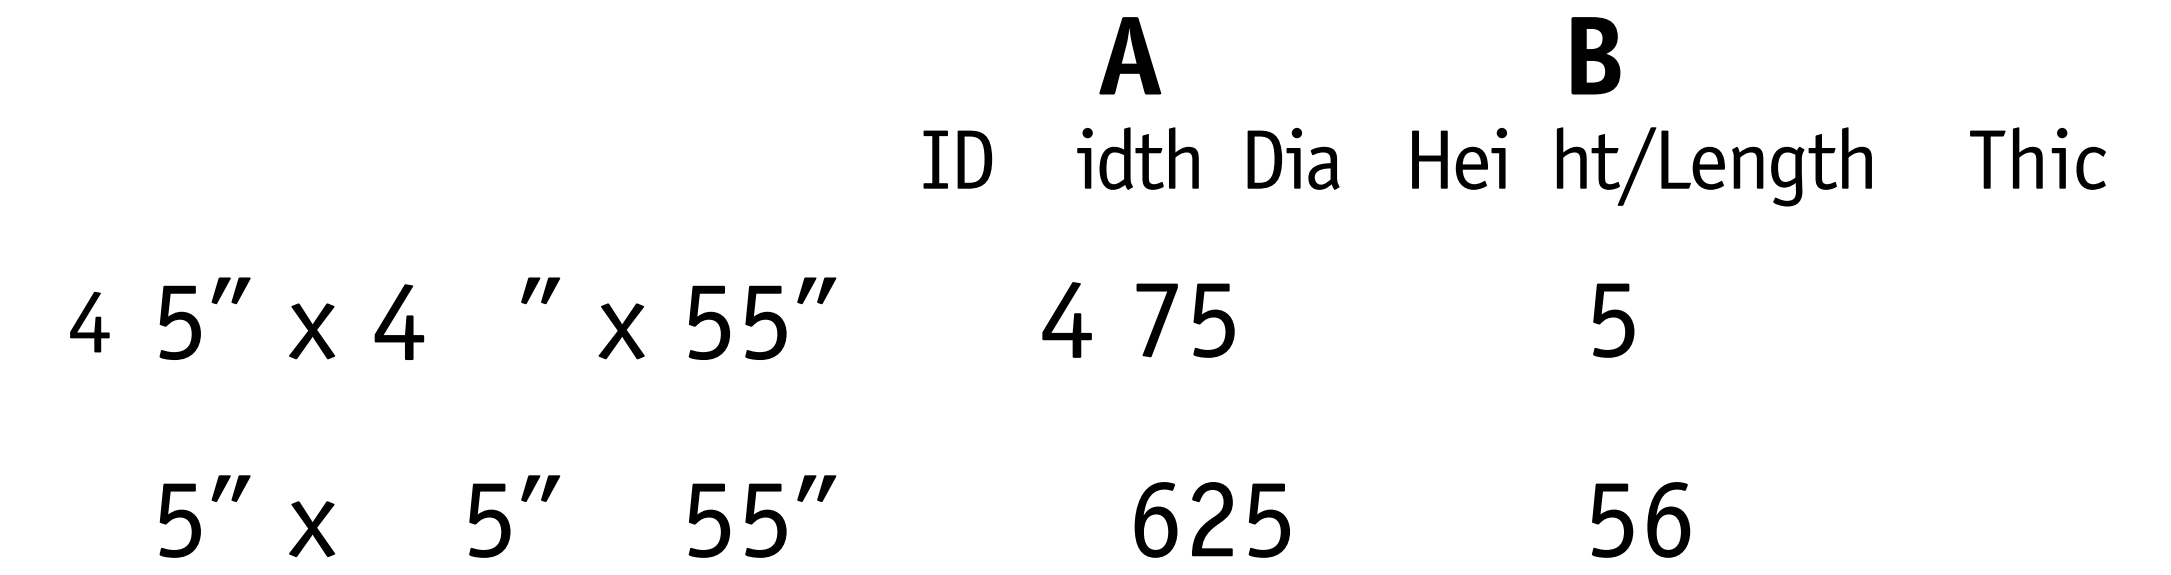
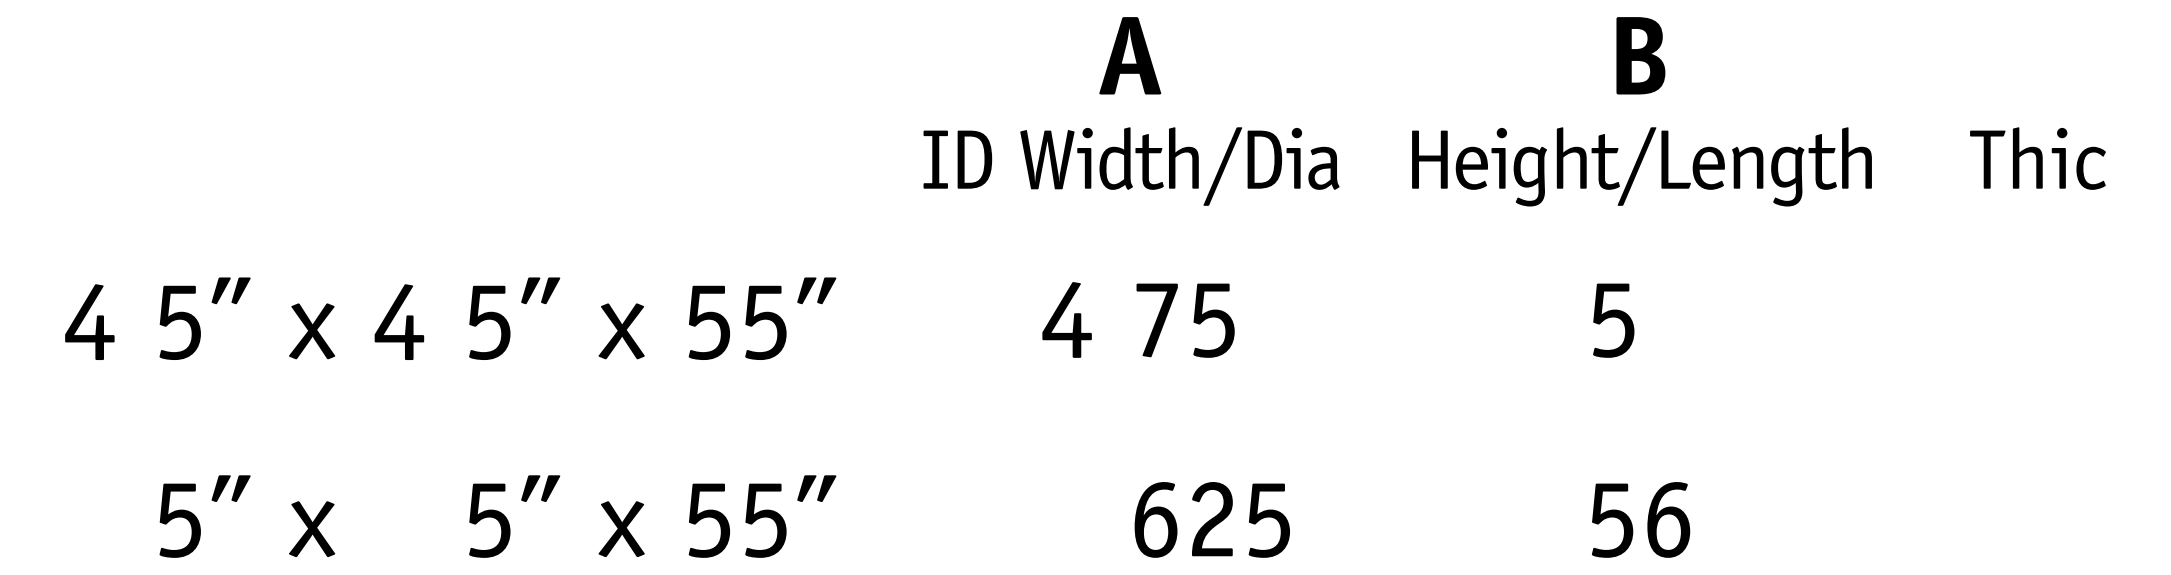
part at (1595, 55) position: (1595, 55) -> (1640, 55)
fill at (1047, 159): none -> present
fill at (1222, 166): none -> present
part at (1529, 176): none -> present
part at (89, 321) size: 40x62 px -> 50x76 px
fill at (489, 322): none -> present
part at (621, 528): none -> present
